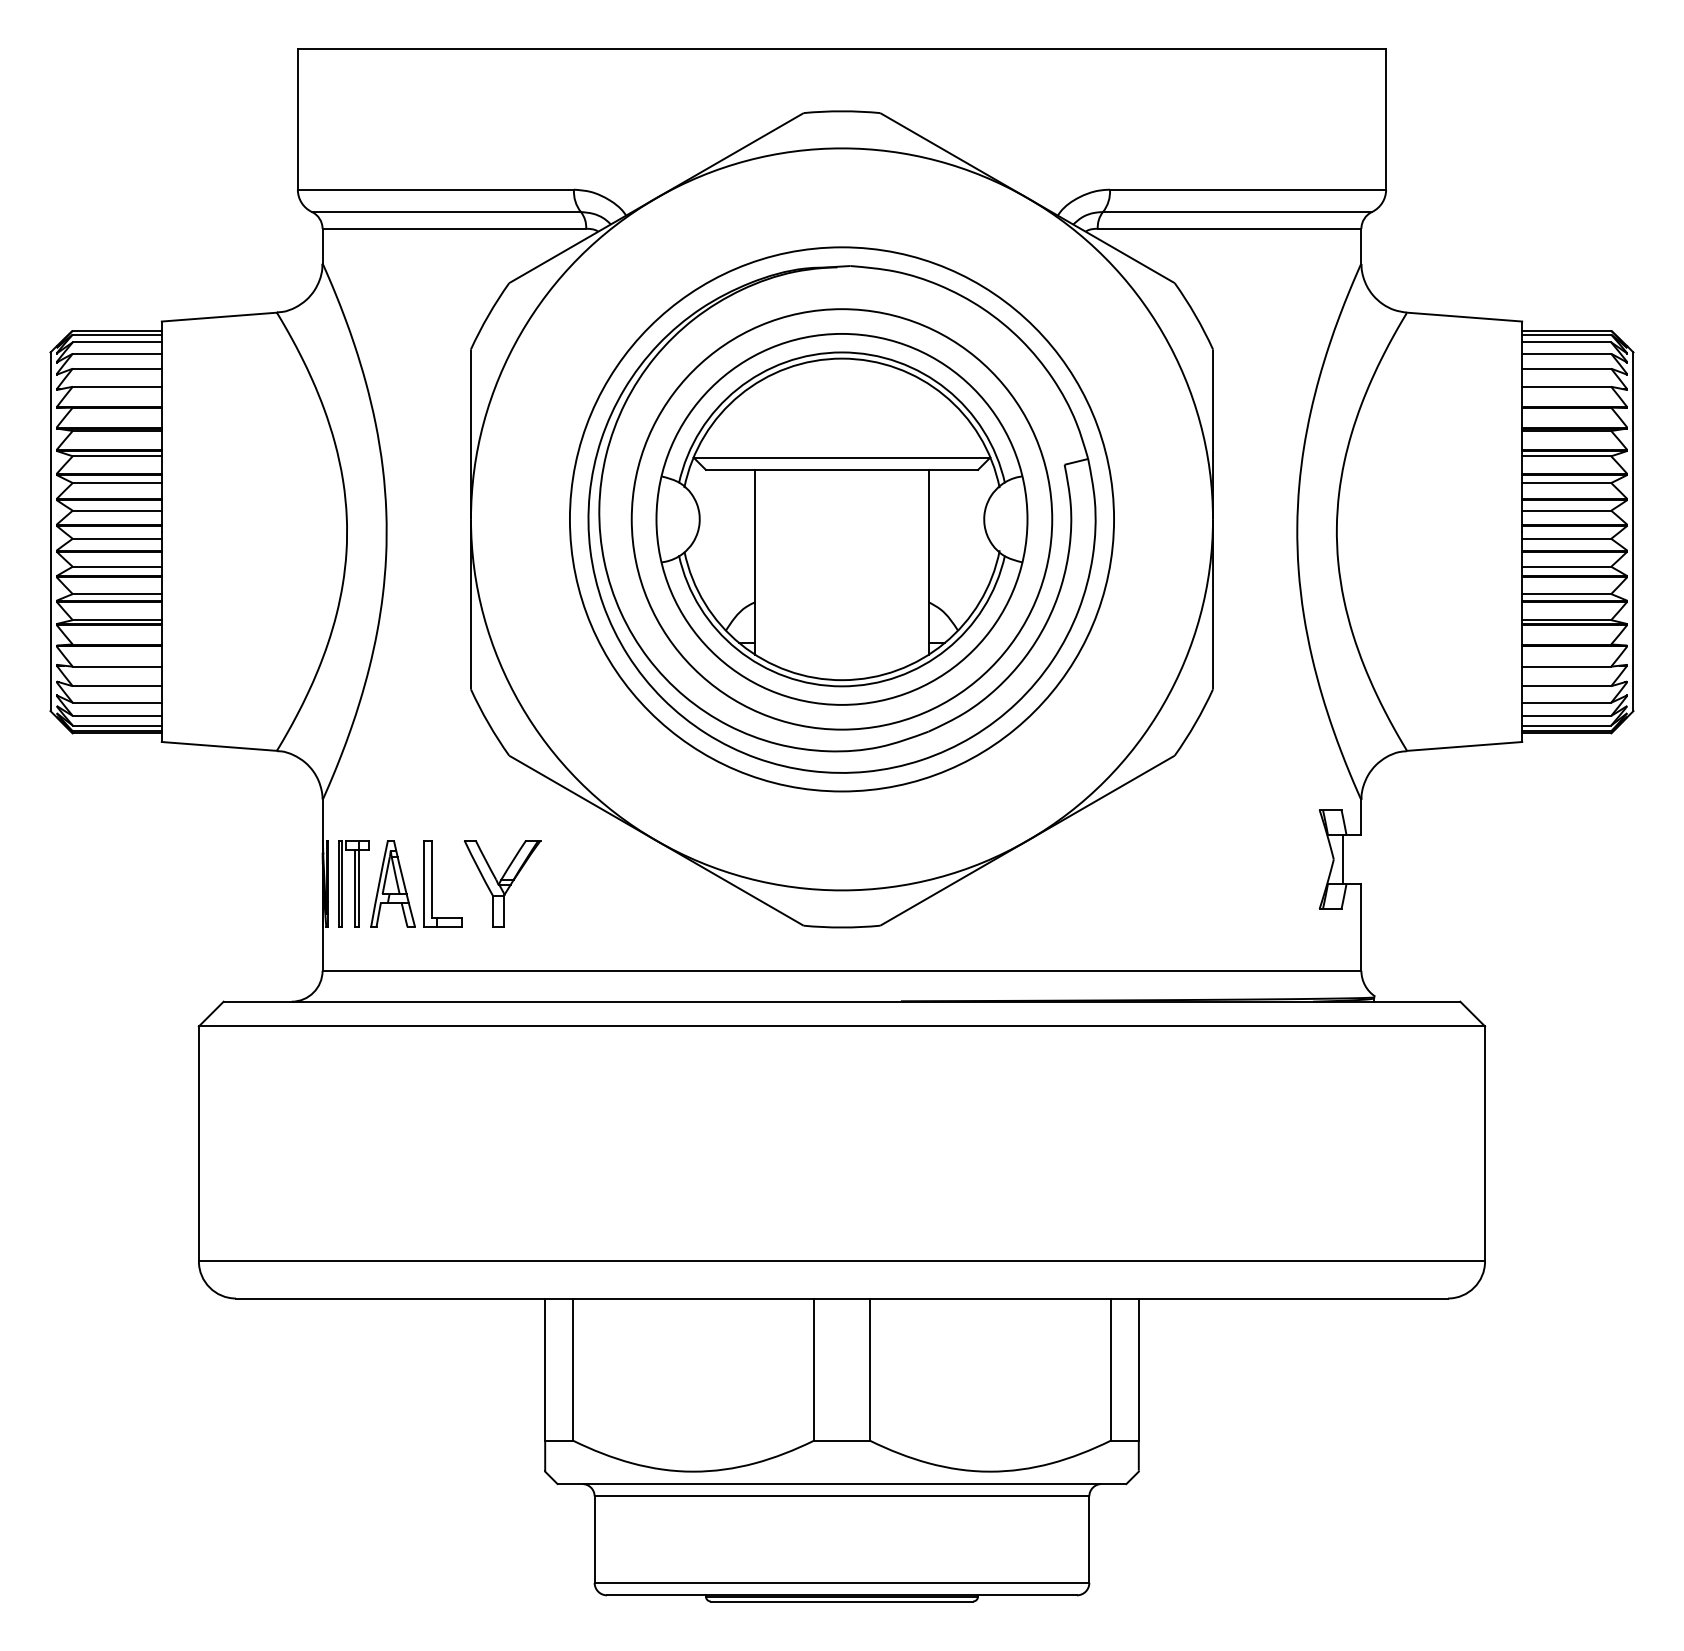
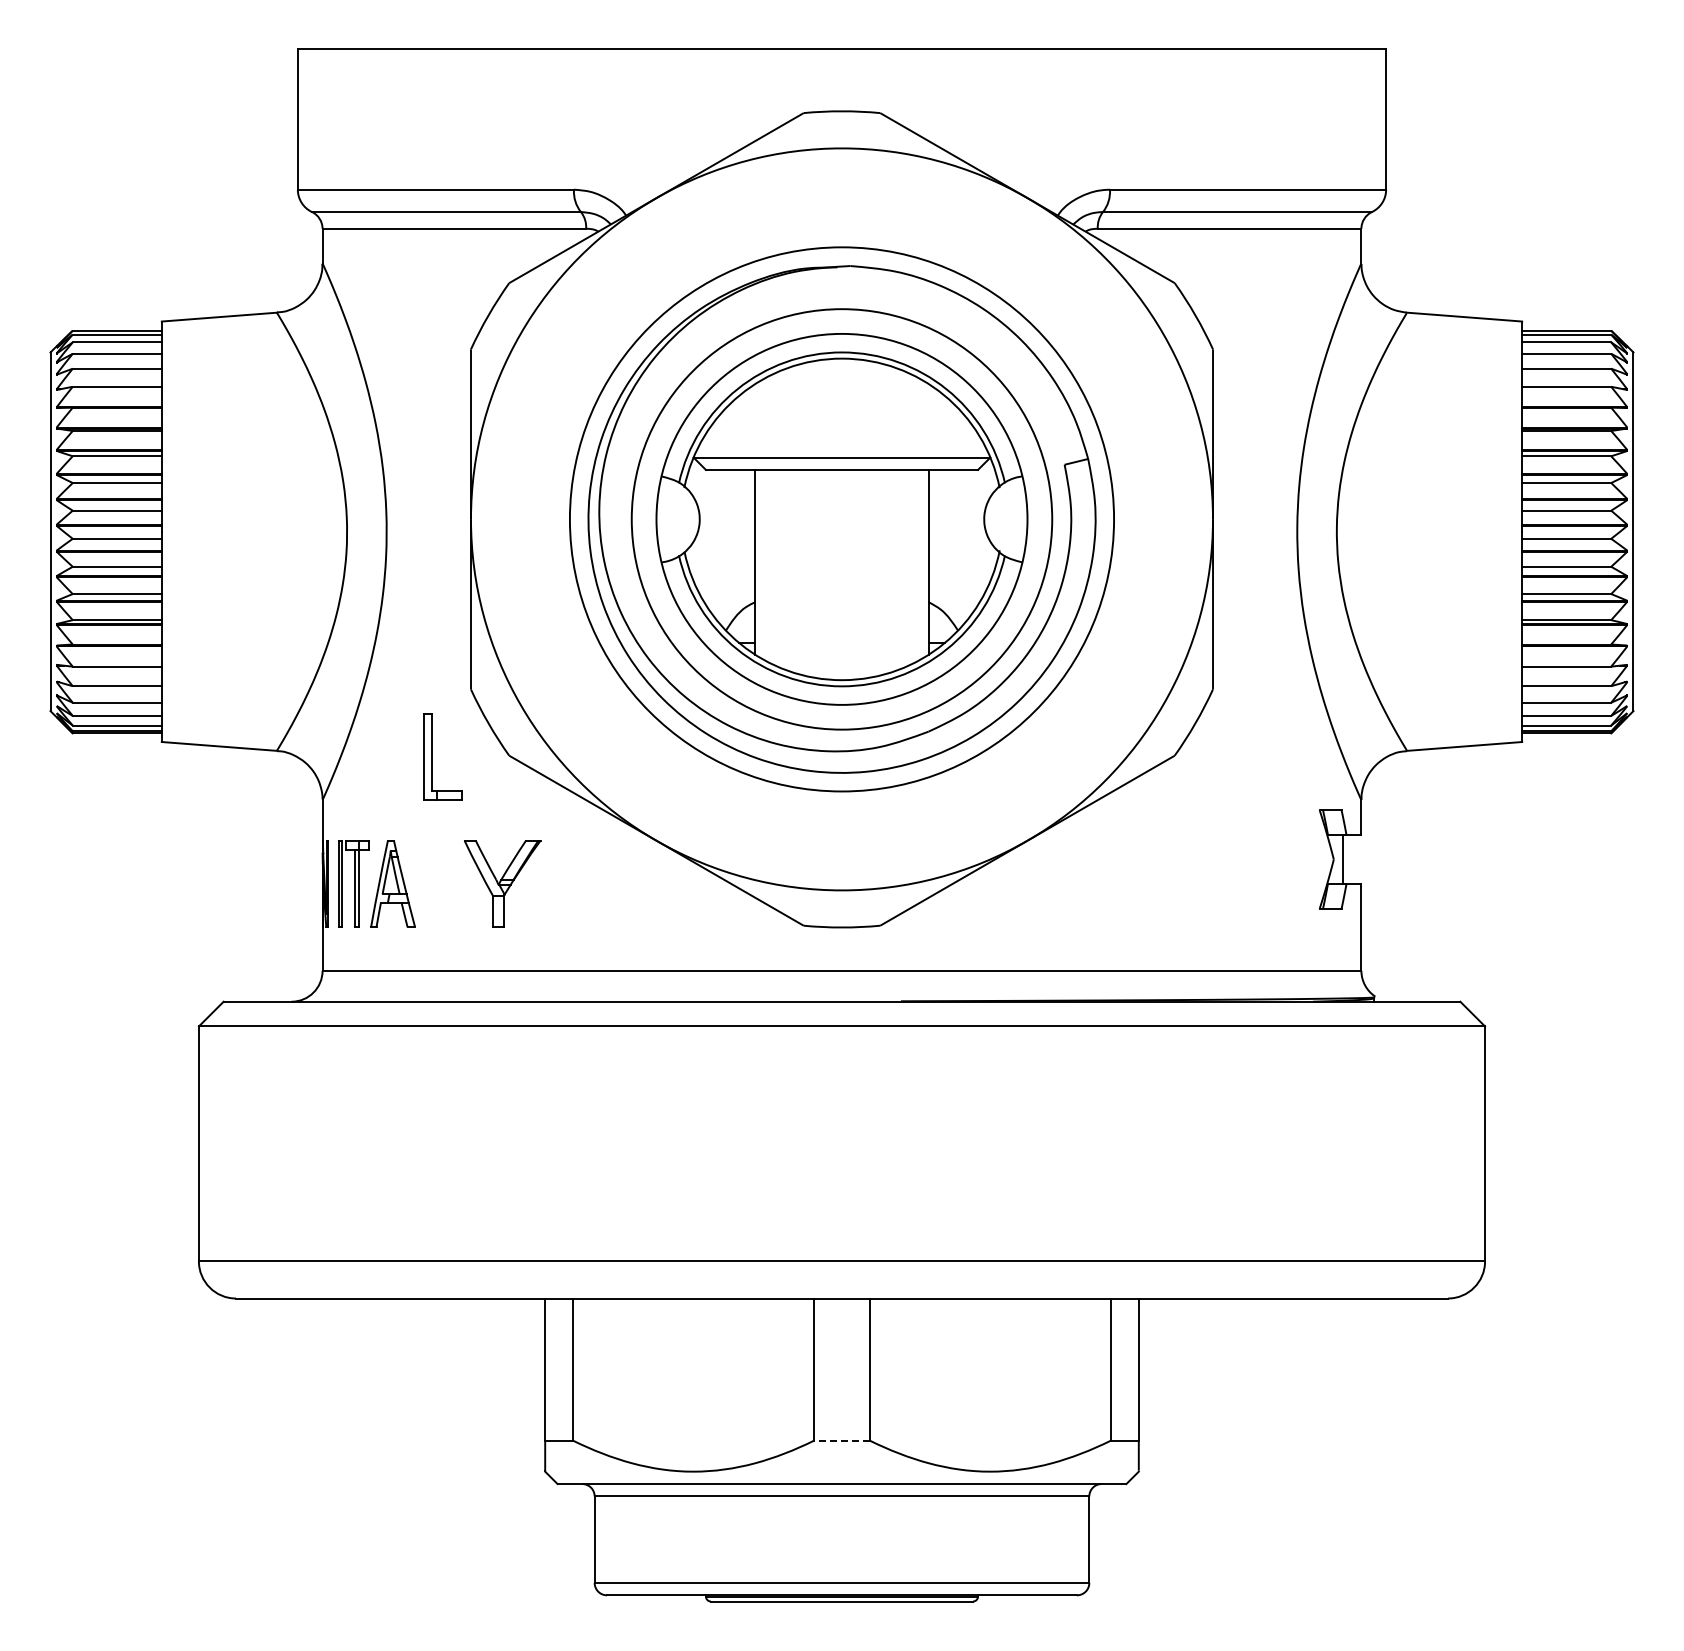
part at (432, 883) position: (432, 883) -> (432, 756)
line at (841, 1440): solid -> dashed
